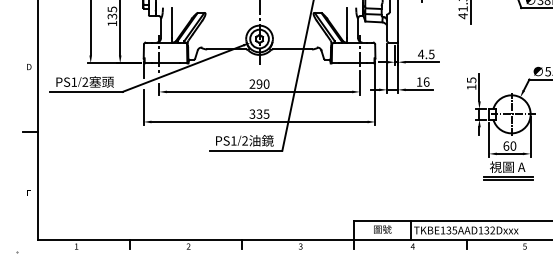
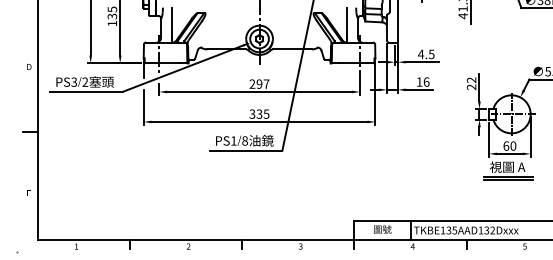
text at (74, 81): PS1 -> PS3
text at (266, 83): 290 -> 297
text at (471, 83): 15 -> 22
text at (244, 140): 2 -> 8
